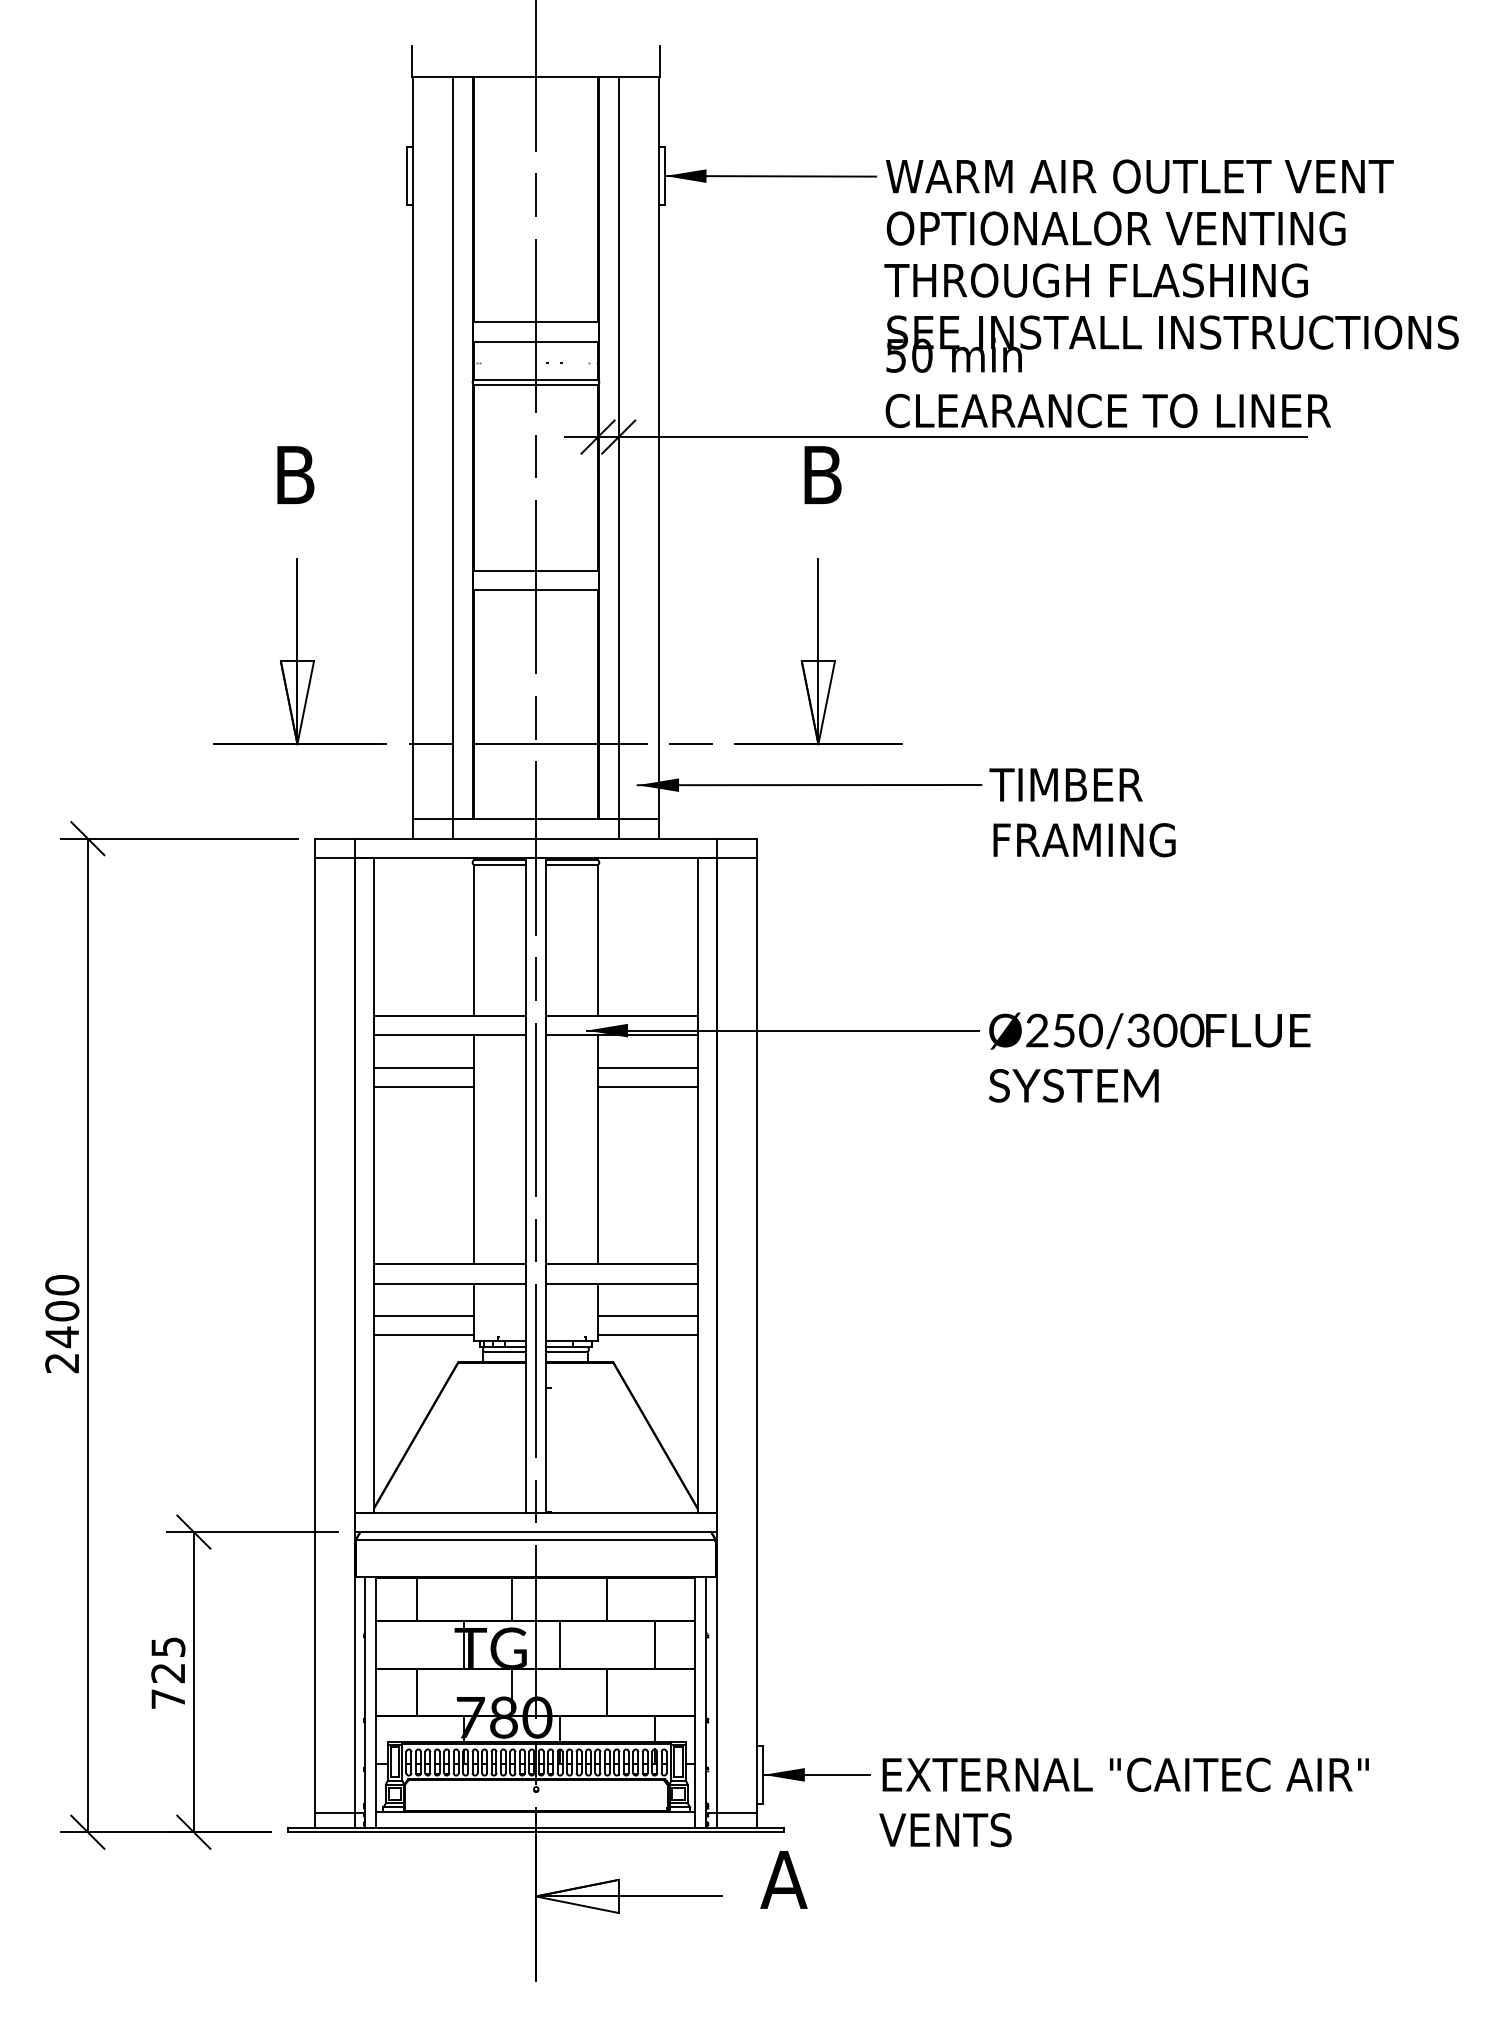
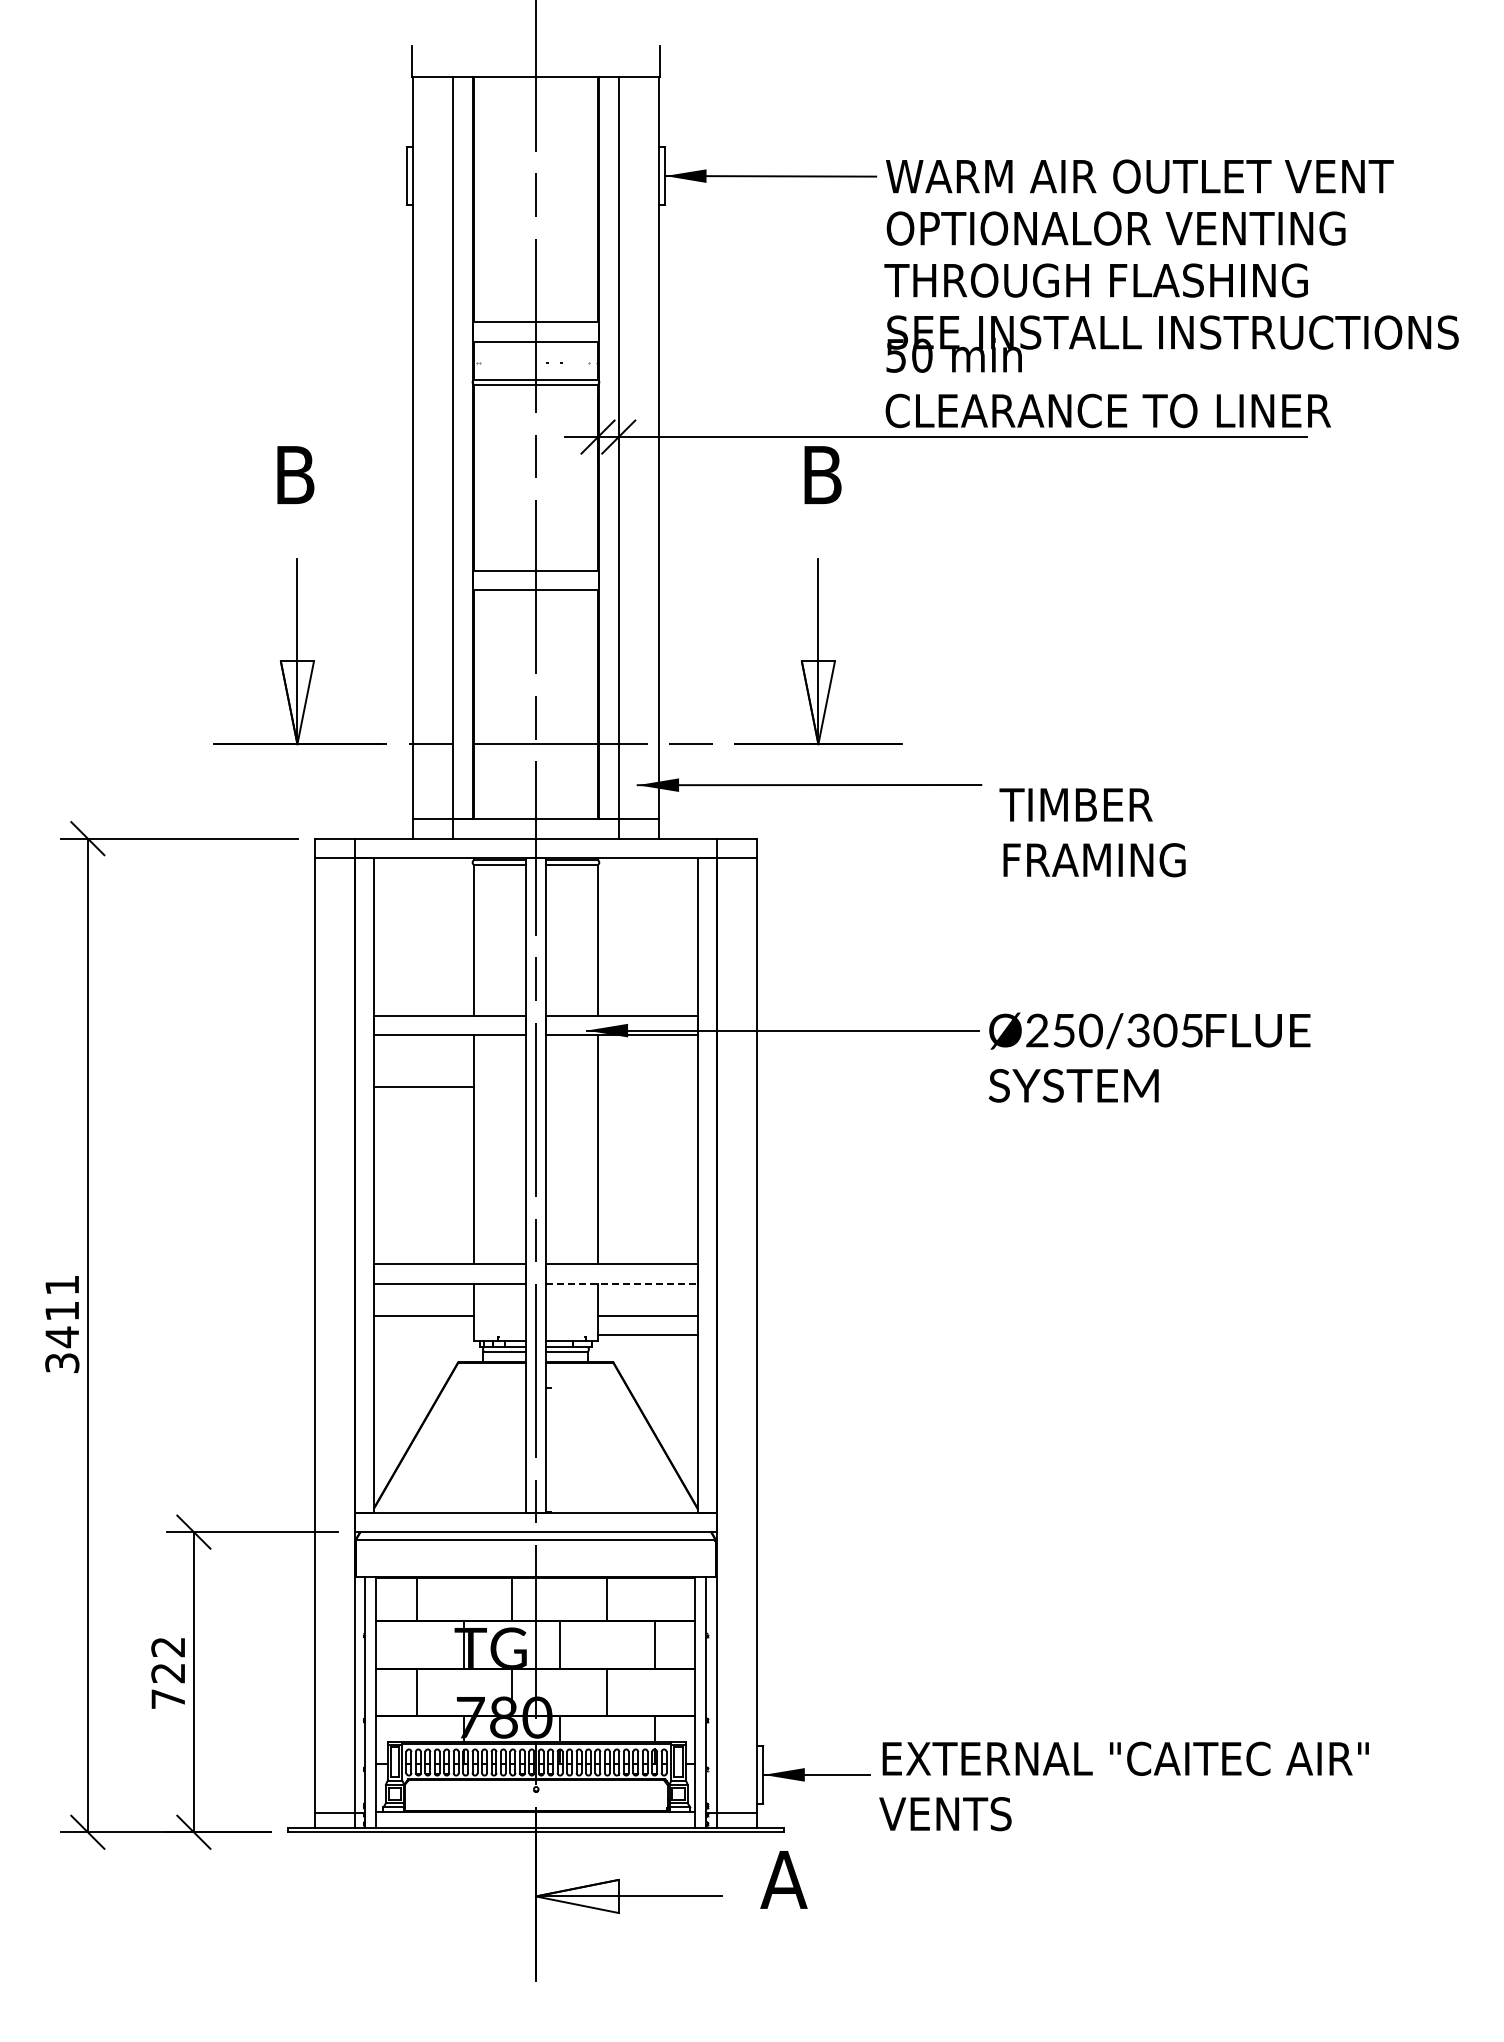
text at (1082, 812) position: (1082, 812) -> (1092, 832)
text at (1192, 1030): Ø250/300 -> Ø250/305
line at (423, 1067): present -> none
line at (647, 1067): present -> none
line at (647, 1087): present -> none
line at (621, 1283): solid -> dashed
text at (62, 1324): 2400 -> 3411
line at (423, 1335): present -> none
text at (168, 1647): 725 -> 722
text at (1123, 1802) position: (1123, 1802) -> (1123, 1786)
